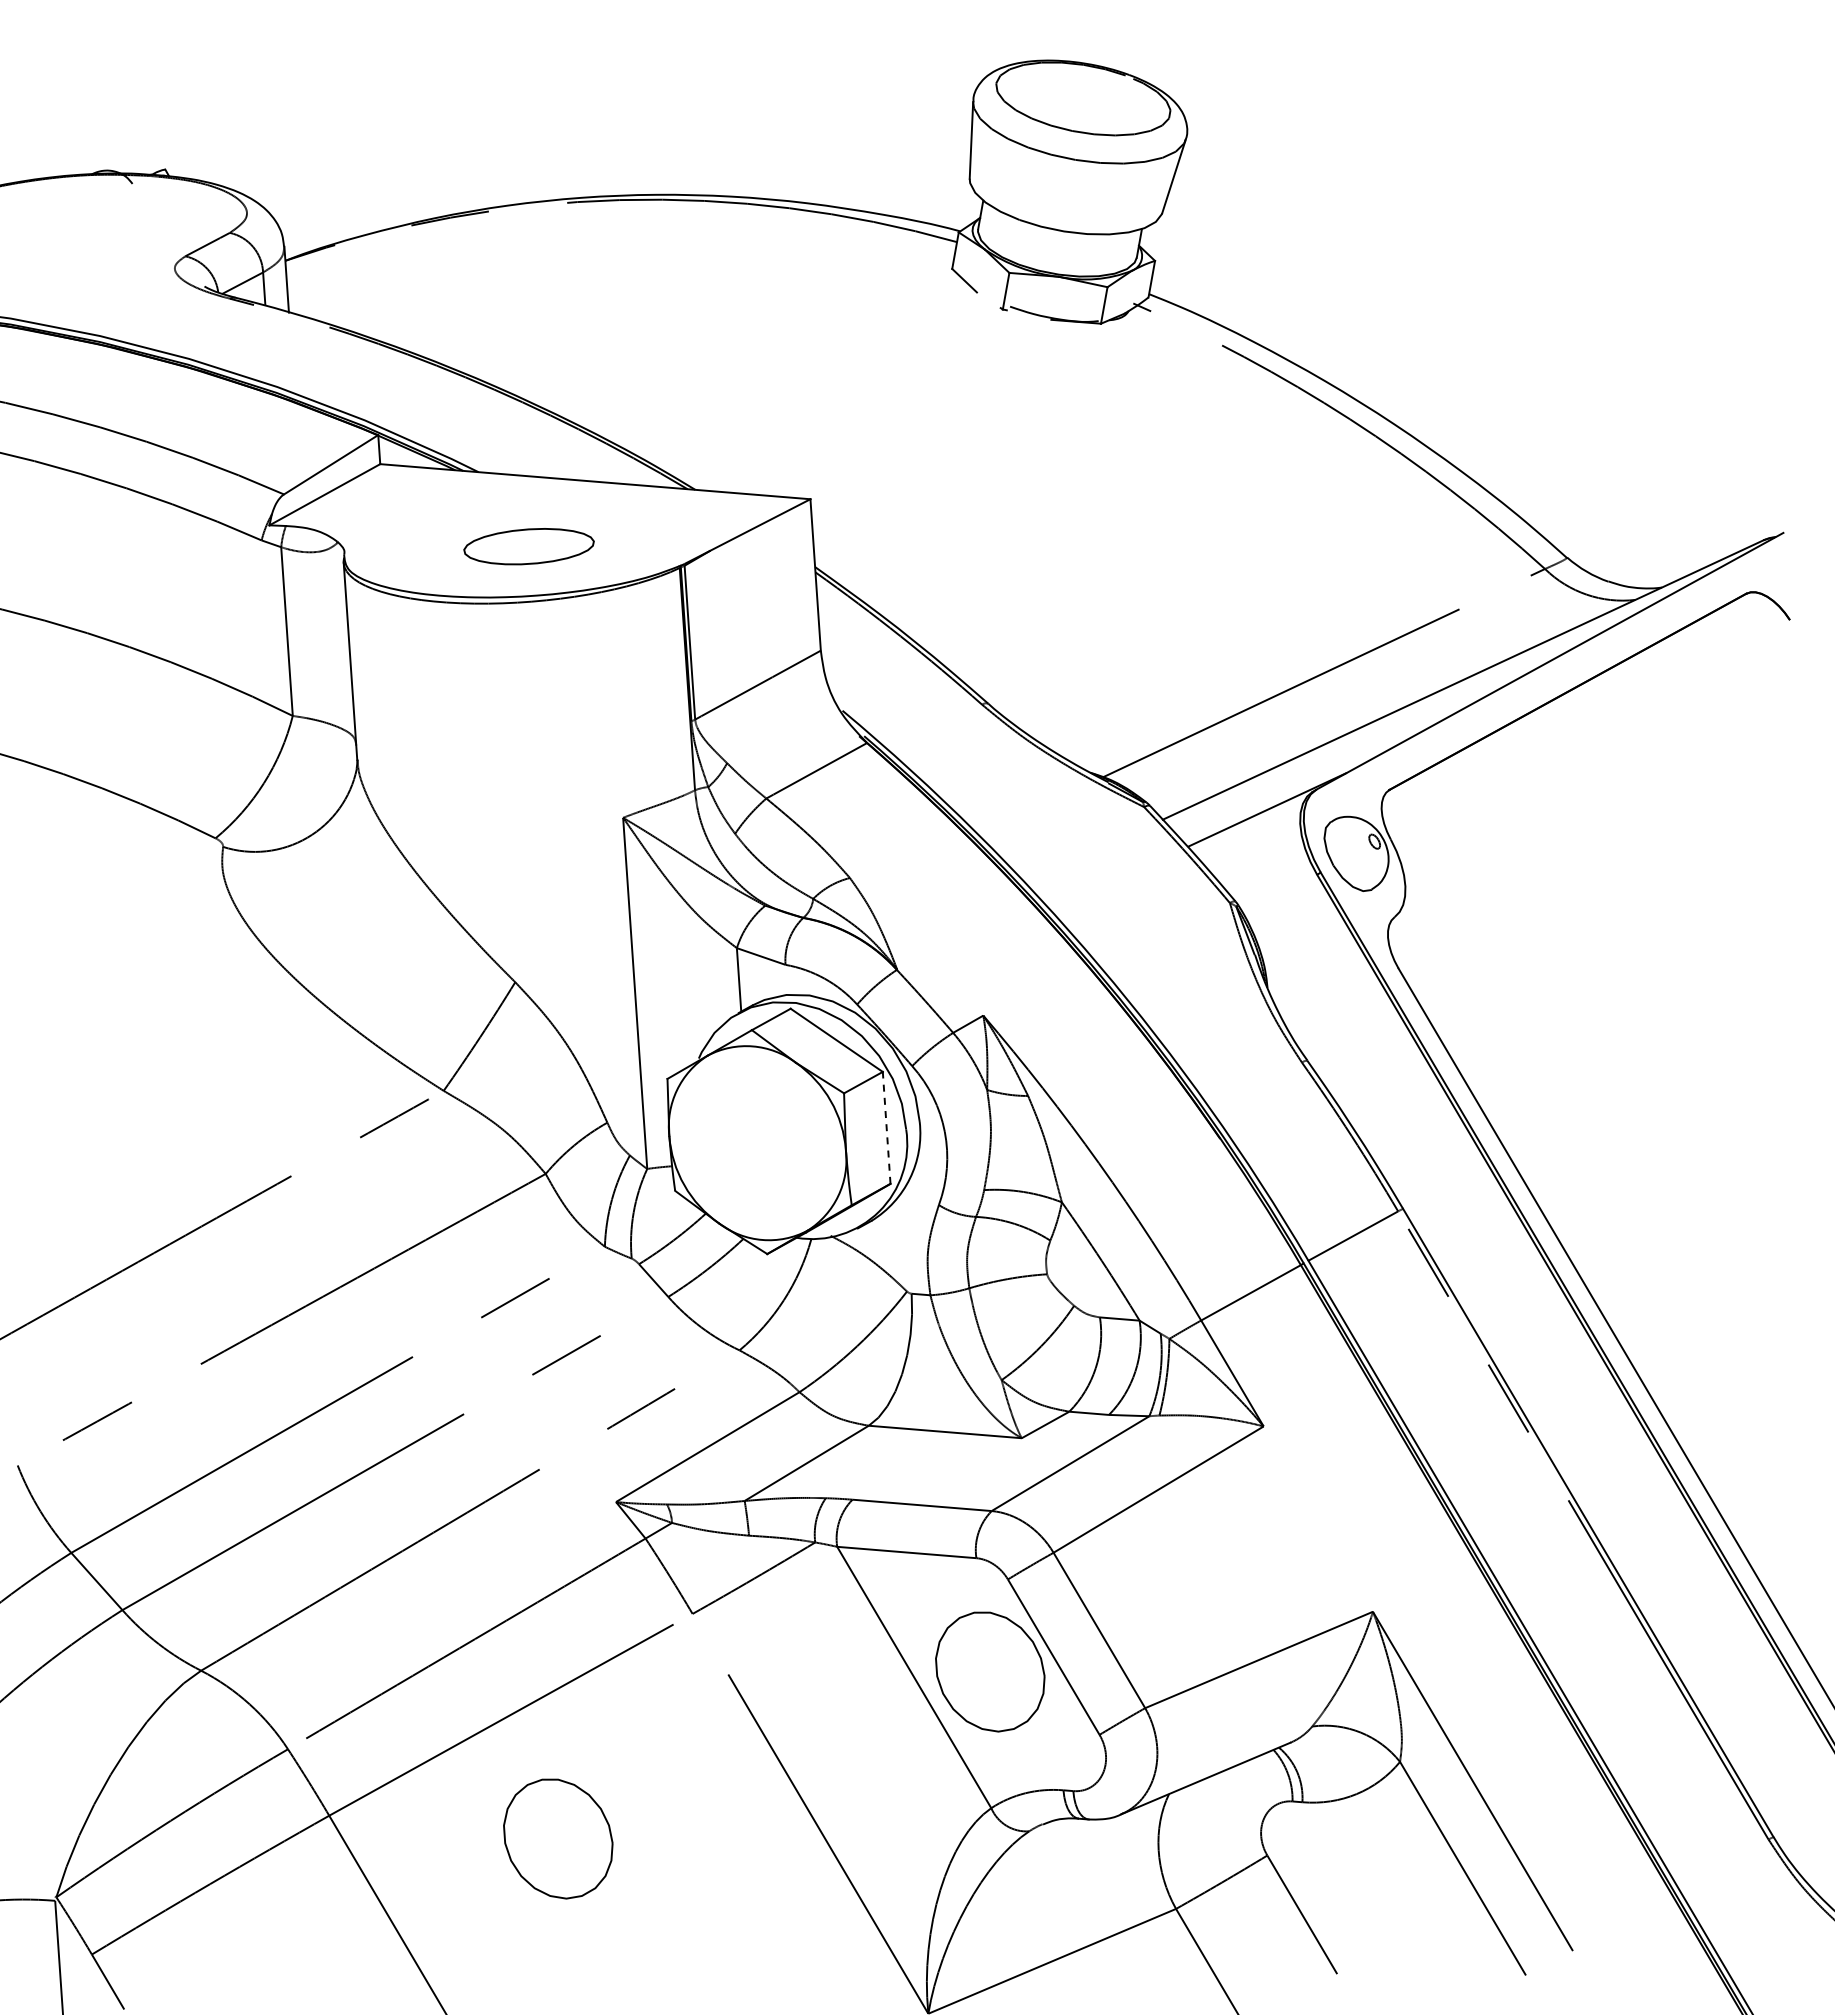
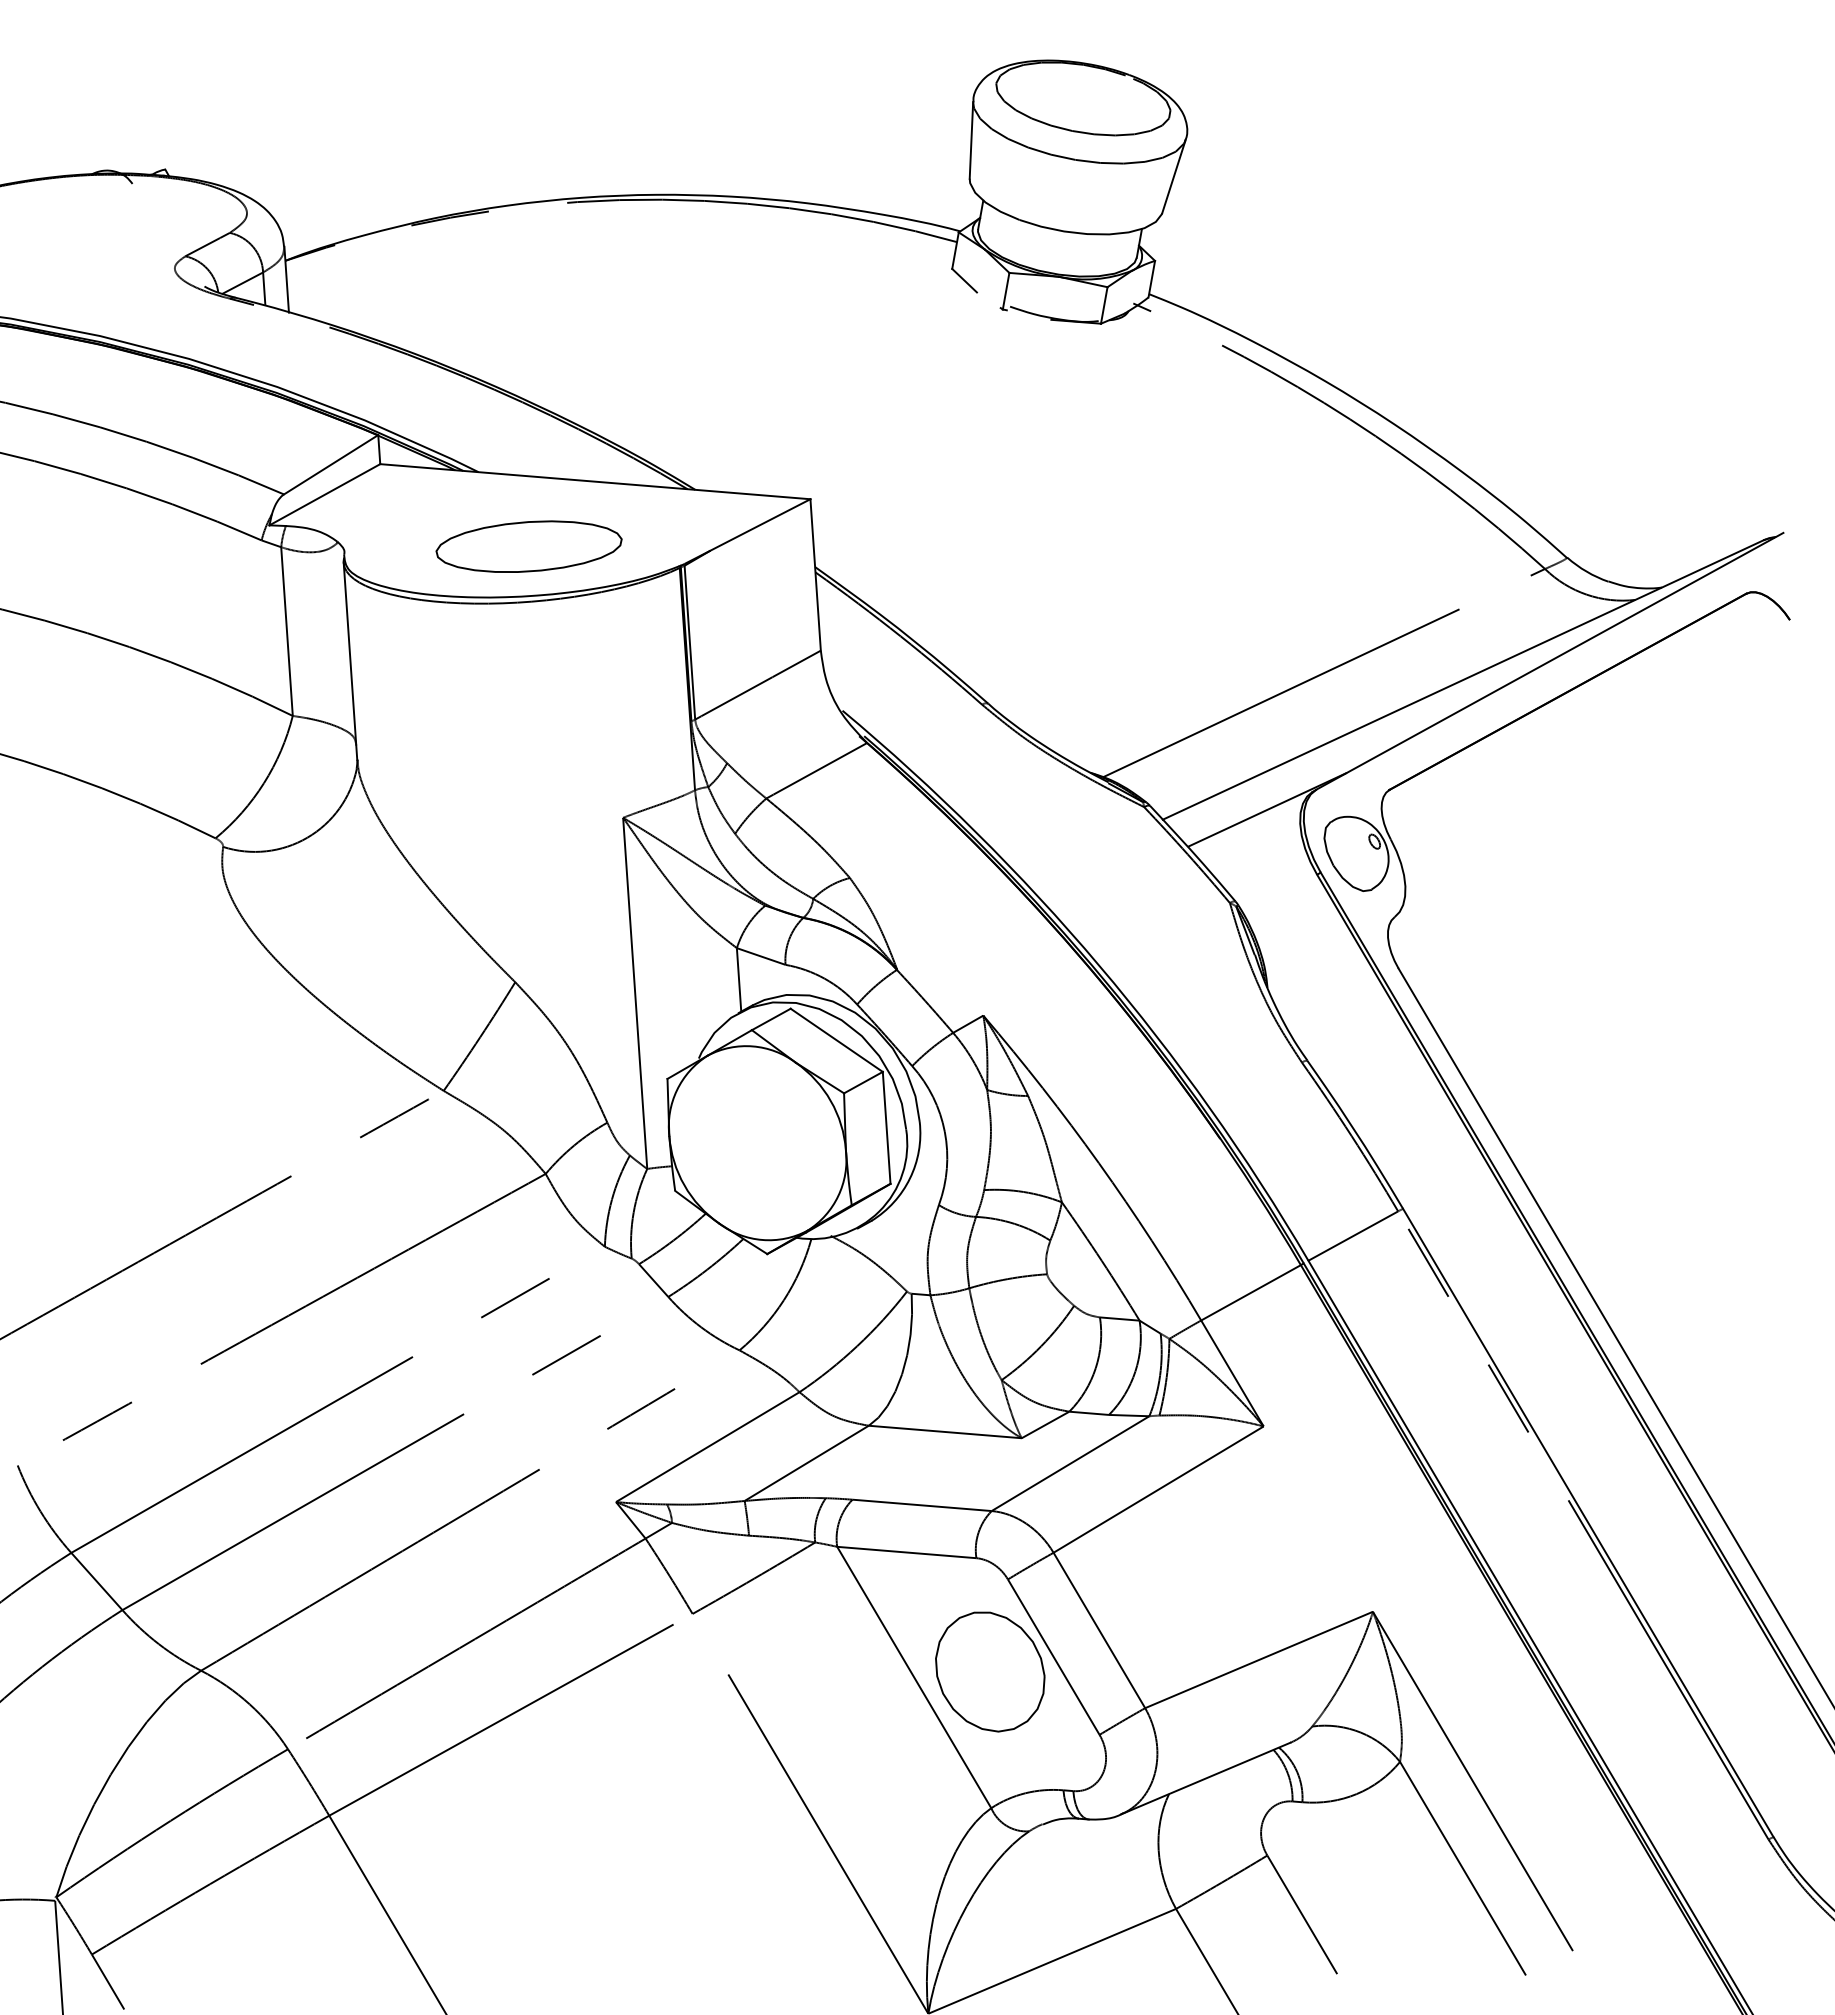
part at (528, 546) size: 132x38 px -> 188x53 px
line at (886, 1127): dashed -> solid
part at (558, 1838): present -> none
